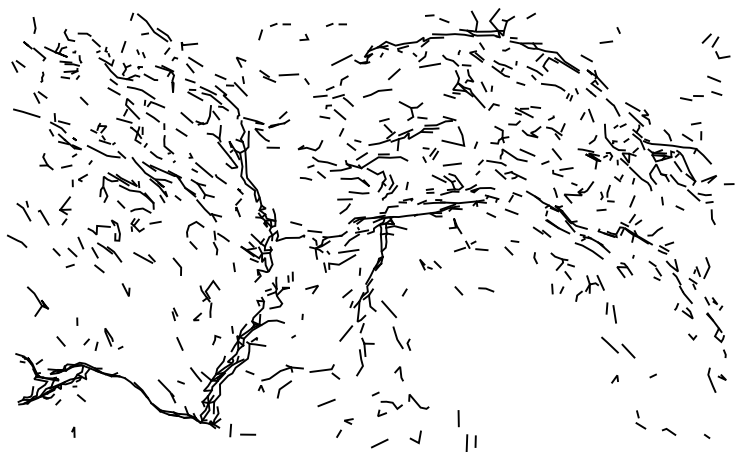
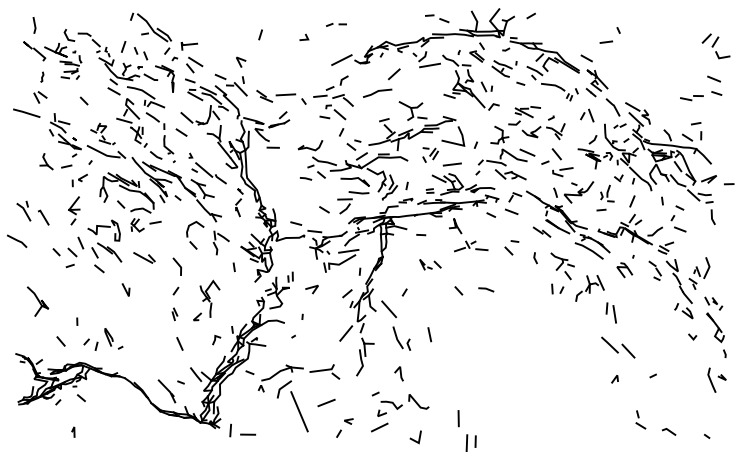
part at (280, 24): present -> none
part at (140, 53) size: 10x10 px -> 16x14 px
part at (18, 66): present -> none
part at (284, 76) position: (284, 76) -> (281, 96)
line at (324, 209): none -> present
part at (65, 210) position: (65, 210) -> (74, 210)
part at (678, 223): none -> present
line at (421, 235): none -> present
line at (175, 290): none -> present
line at (429, 334): none -> present
line at (299, 411): none -> present
line at (379, 443) position: (379, 443) -> (379, 427)
